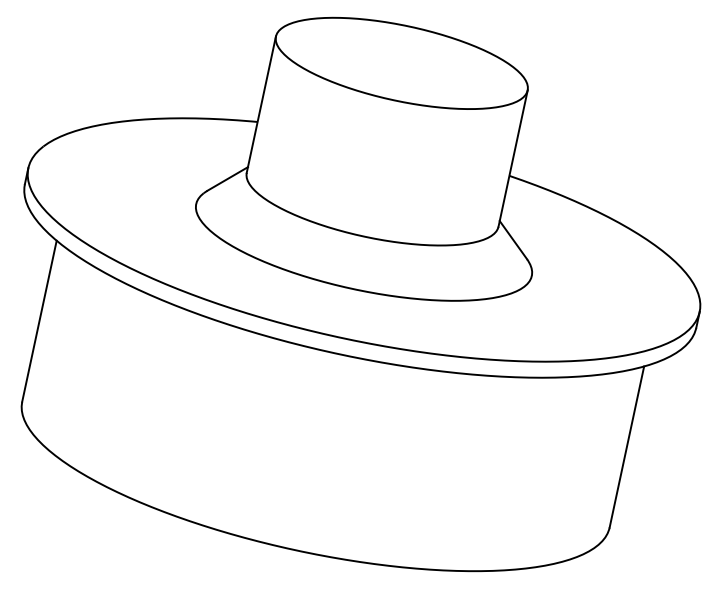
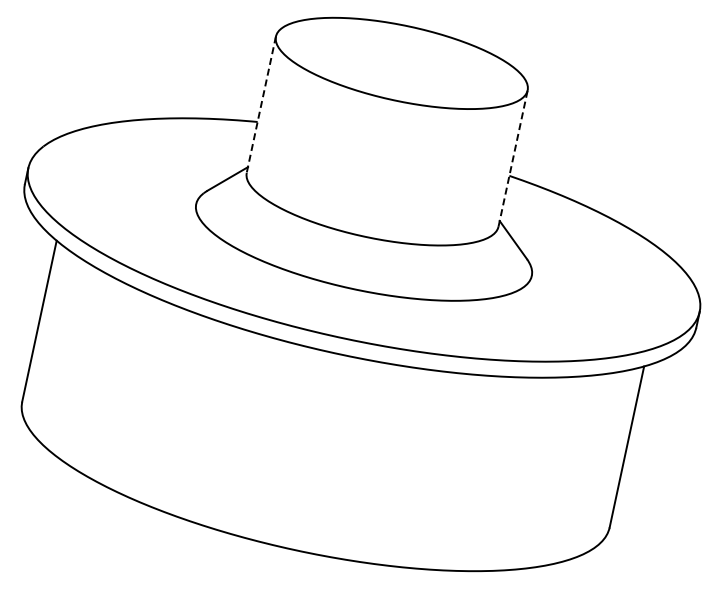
line at (261, 104): solid -> dashed
line at (513, 158): solid -> dashed
